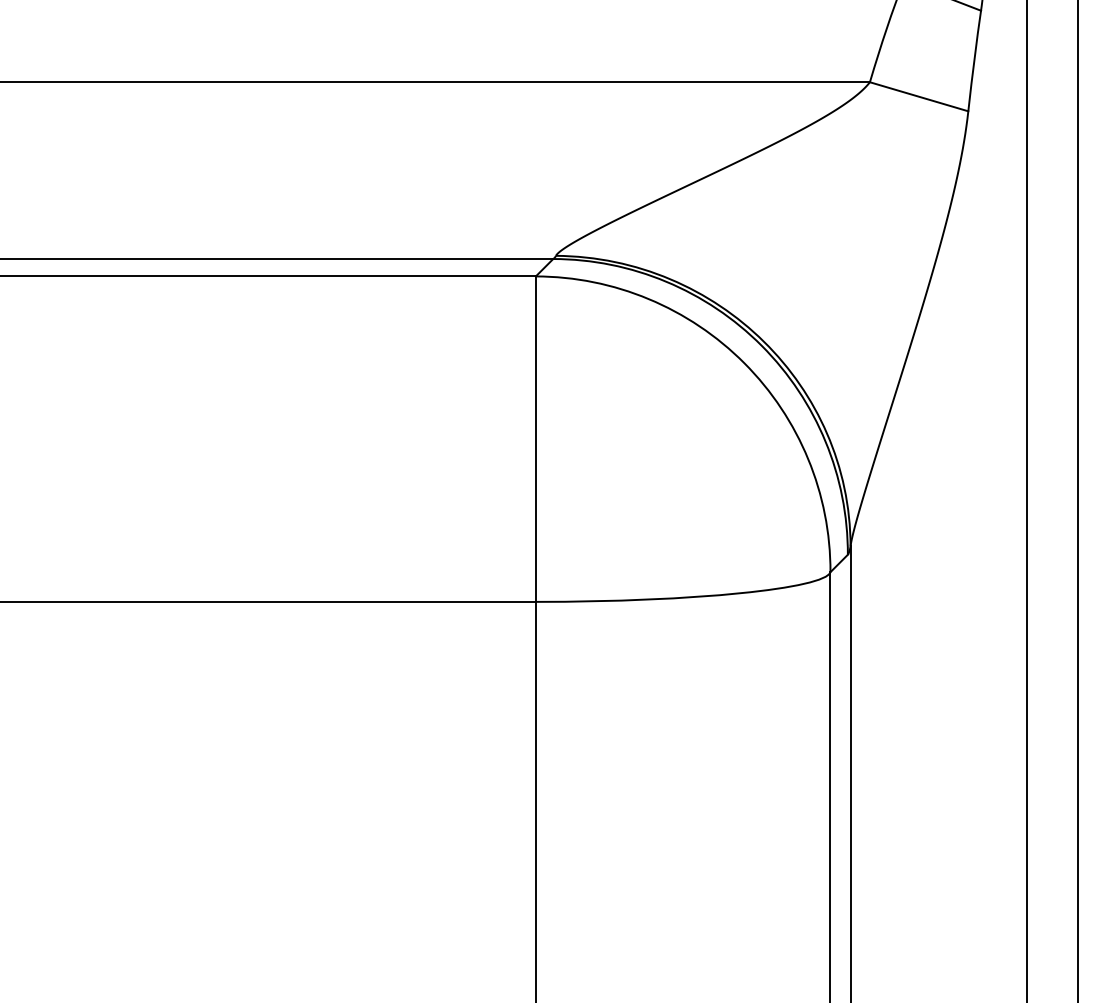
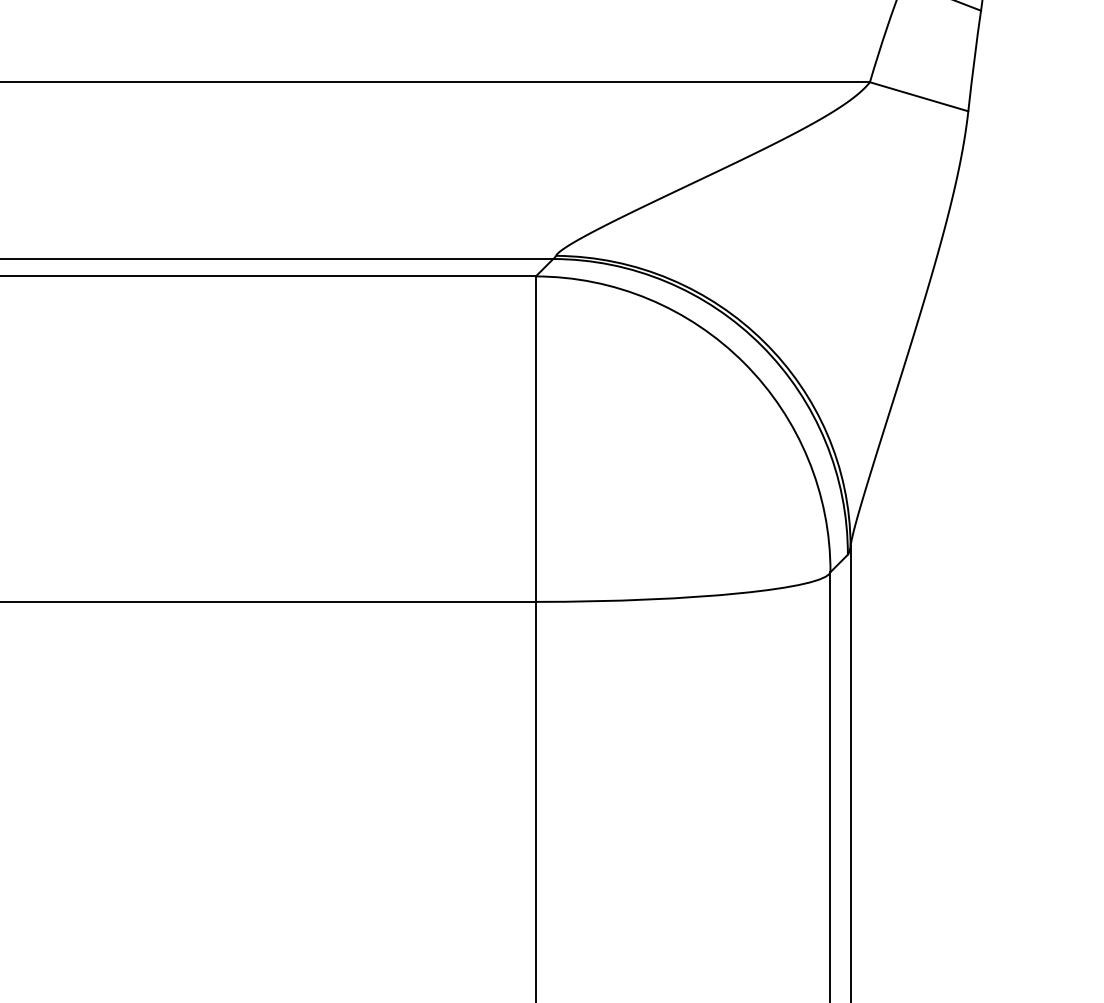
line at (1027, 500): present -> none
line at (1077, 500): present -> none
